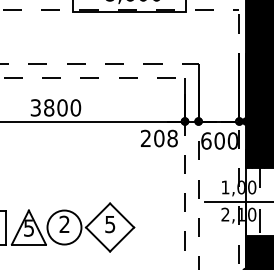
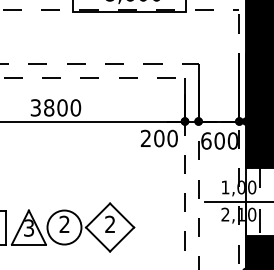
text at (172, 138): 208 -> 200
text at (110, 224): 5 -> 2
text at (29, 227): 5 -> 3
